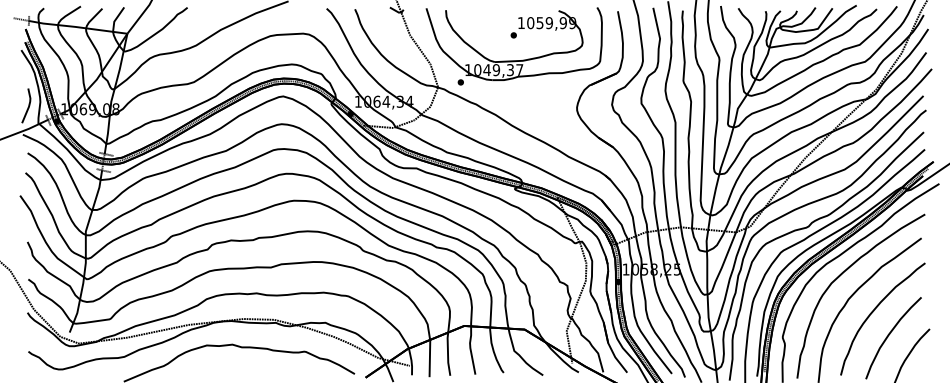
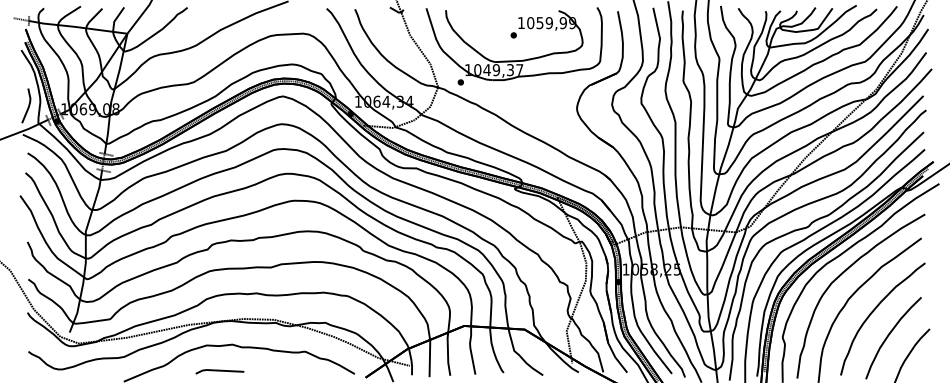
part at (219, 371): none -> present
